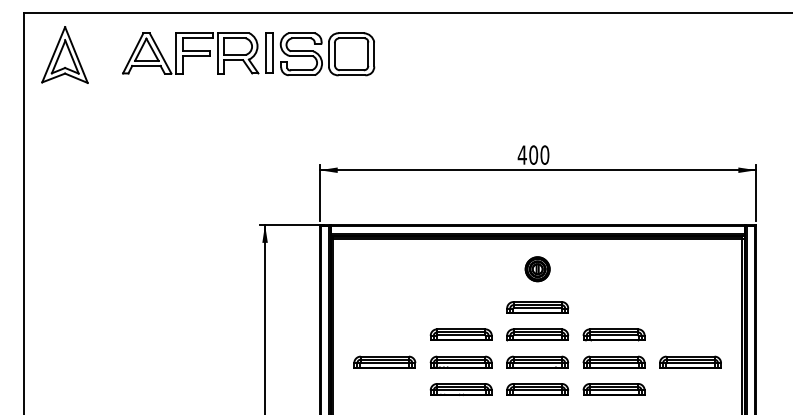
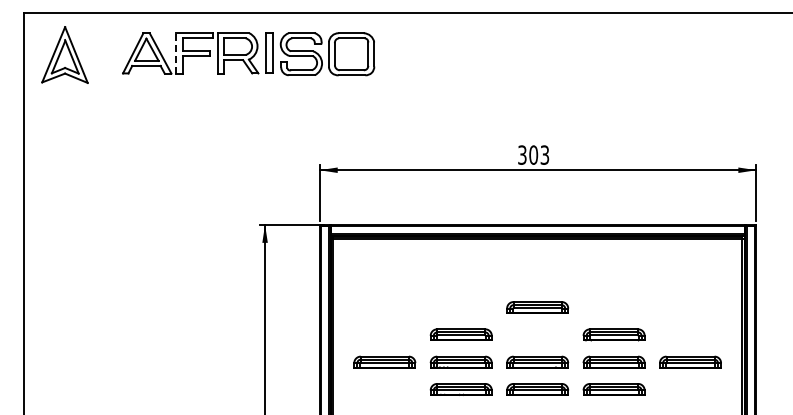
line at (176, 52): solid -> dashed
text at (533, 154): 400 -> 303
part at (537, 269): present -> none
part at (537, 334): present -> none
